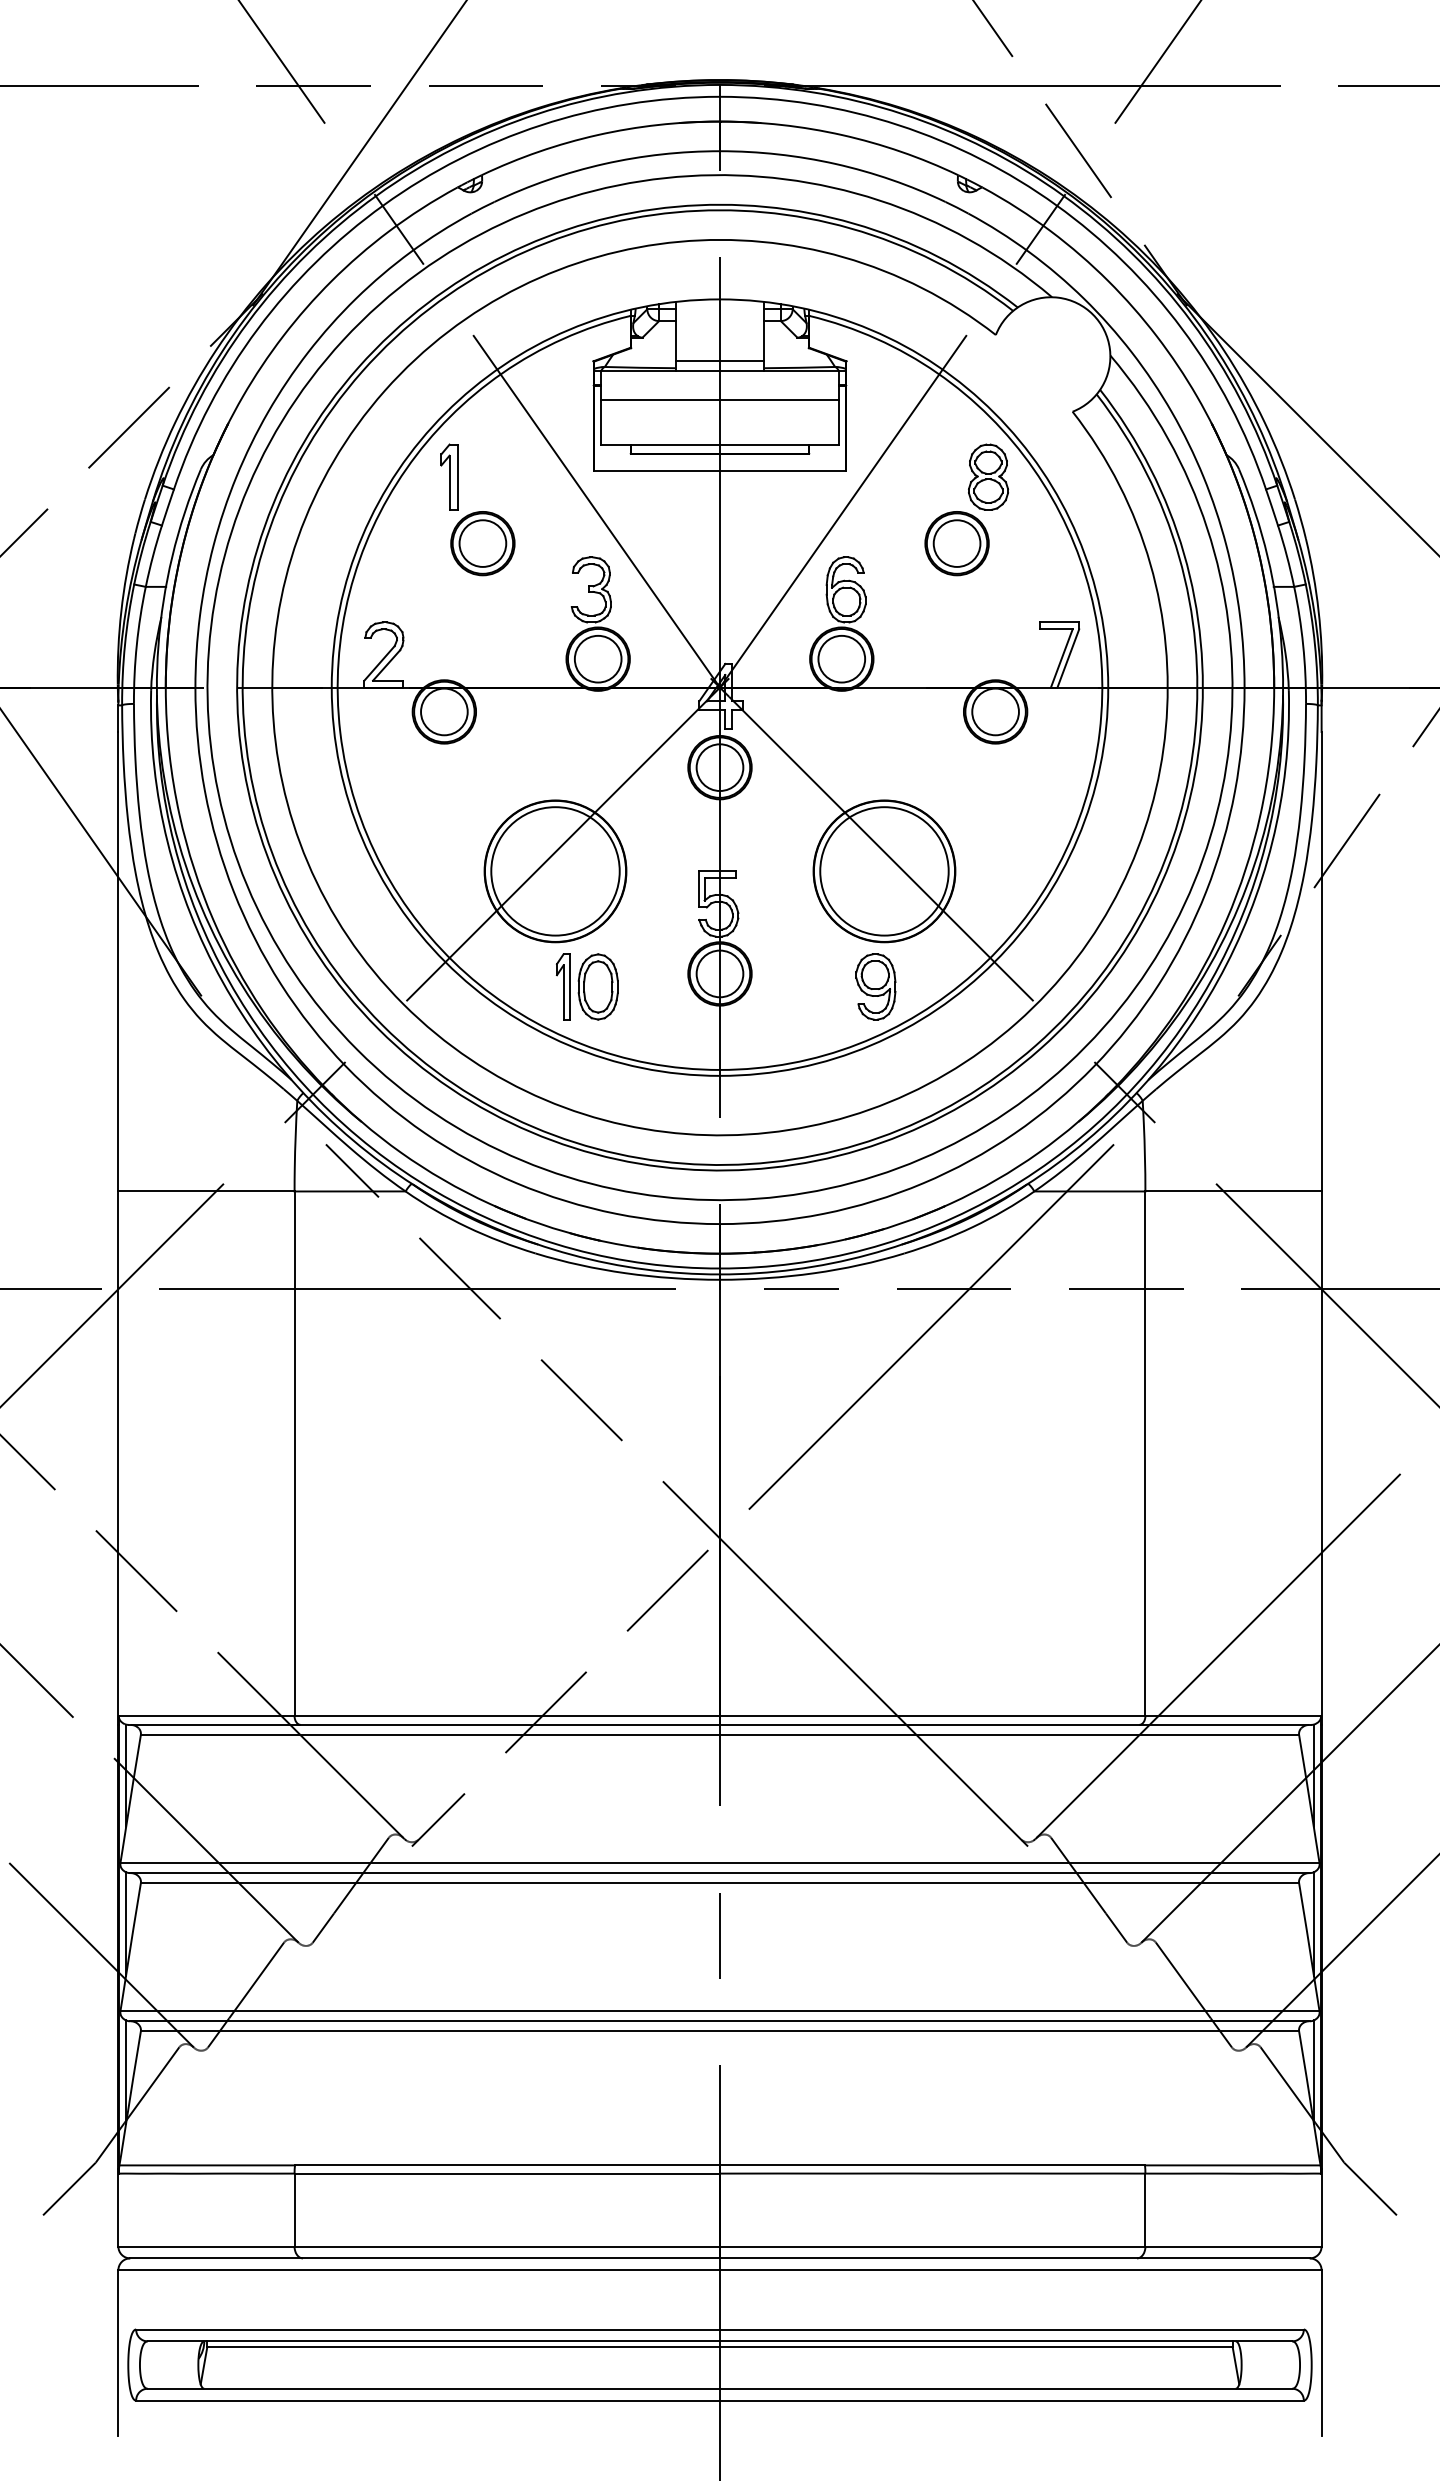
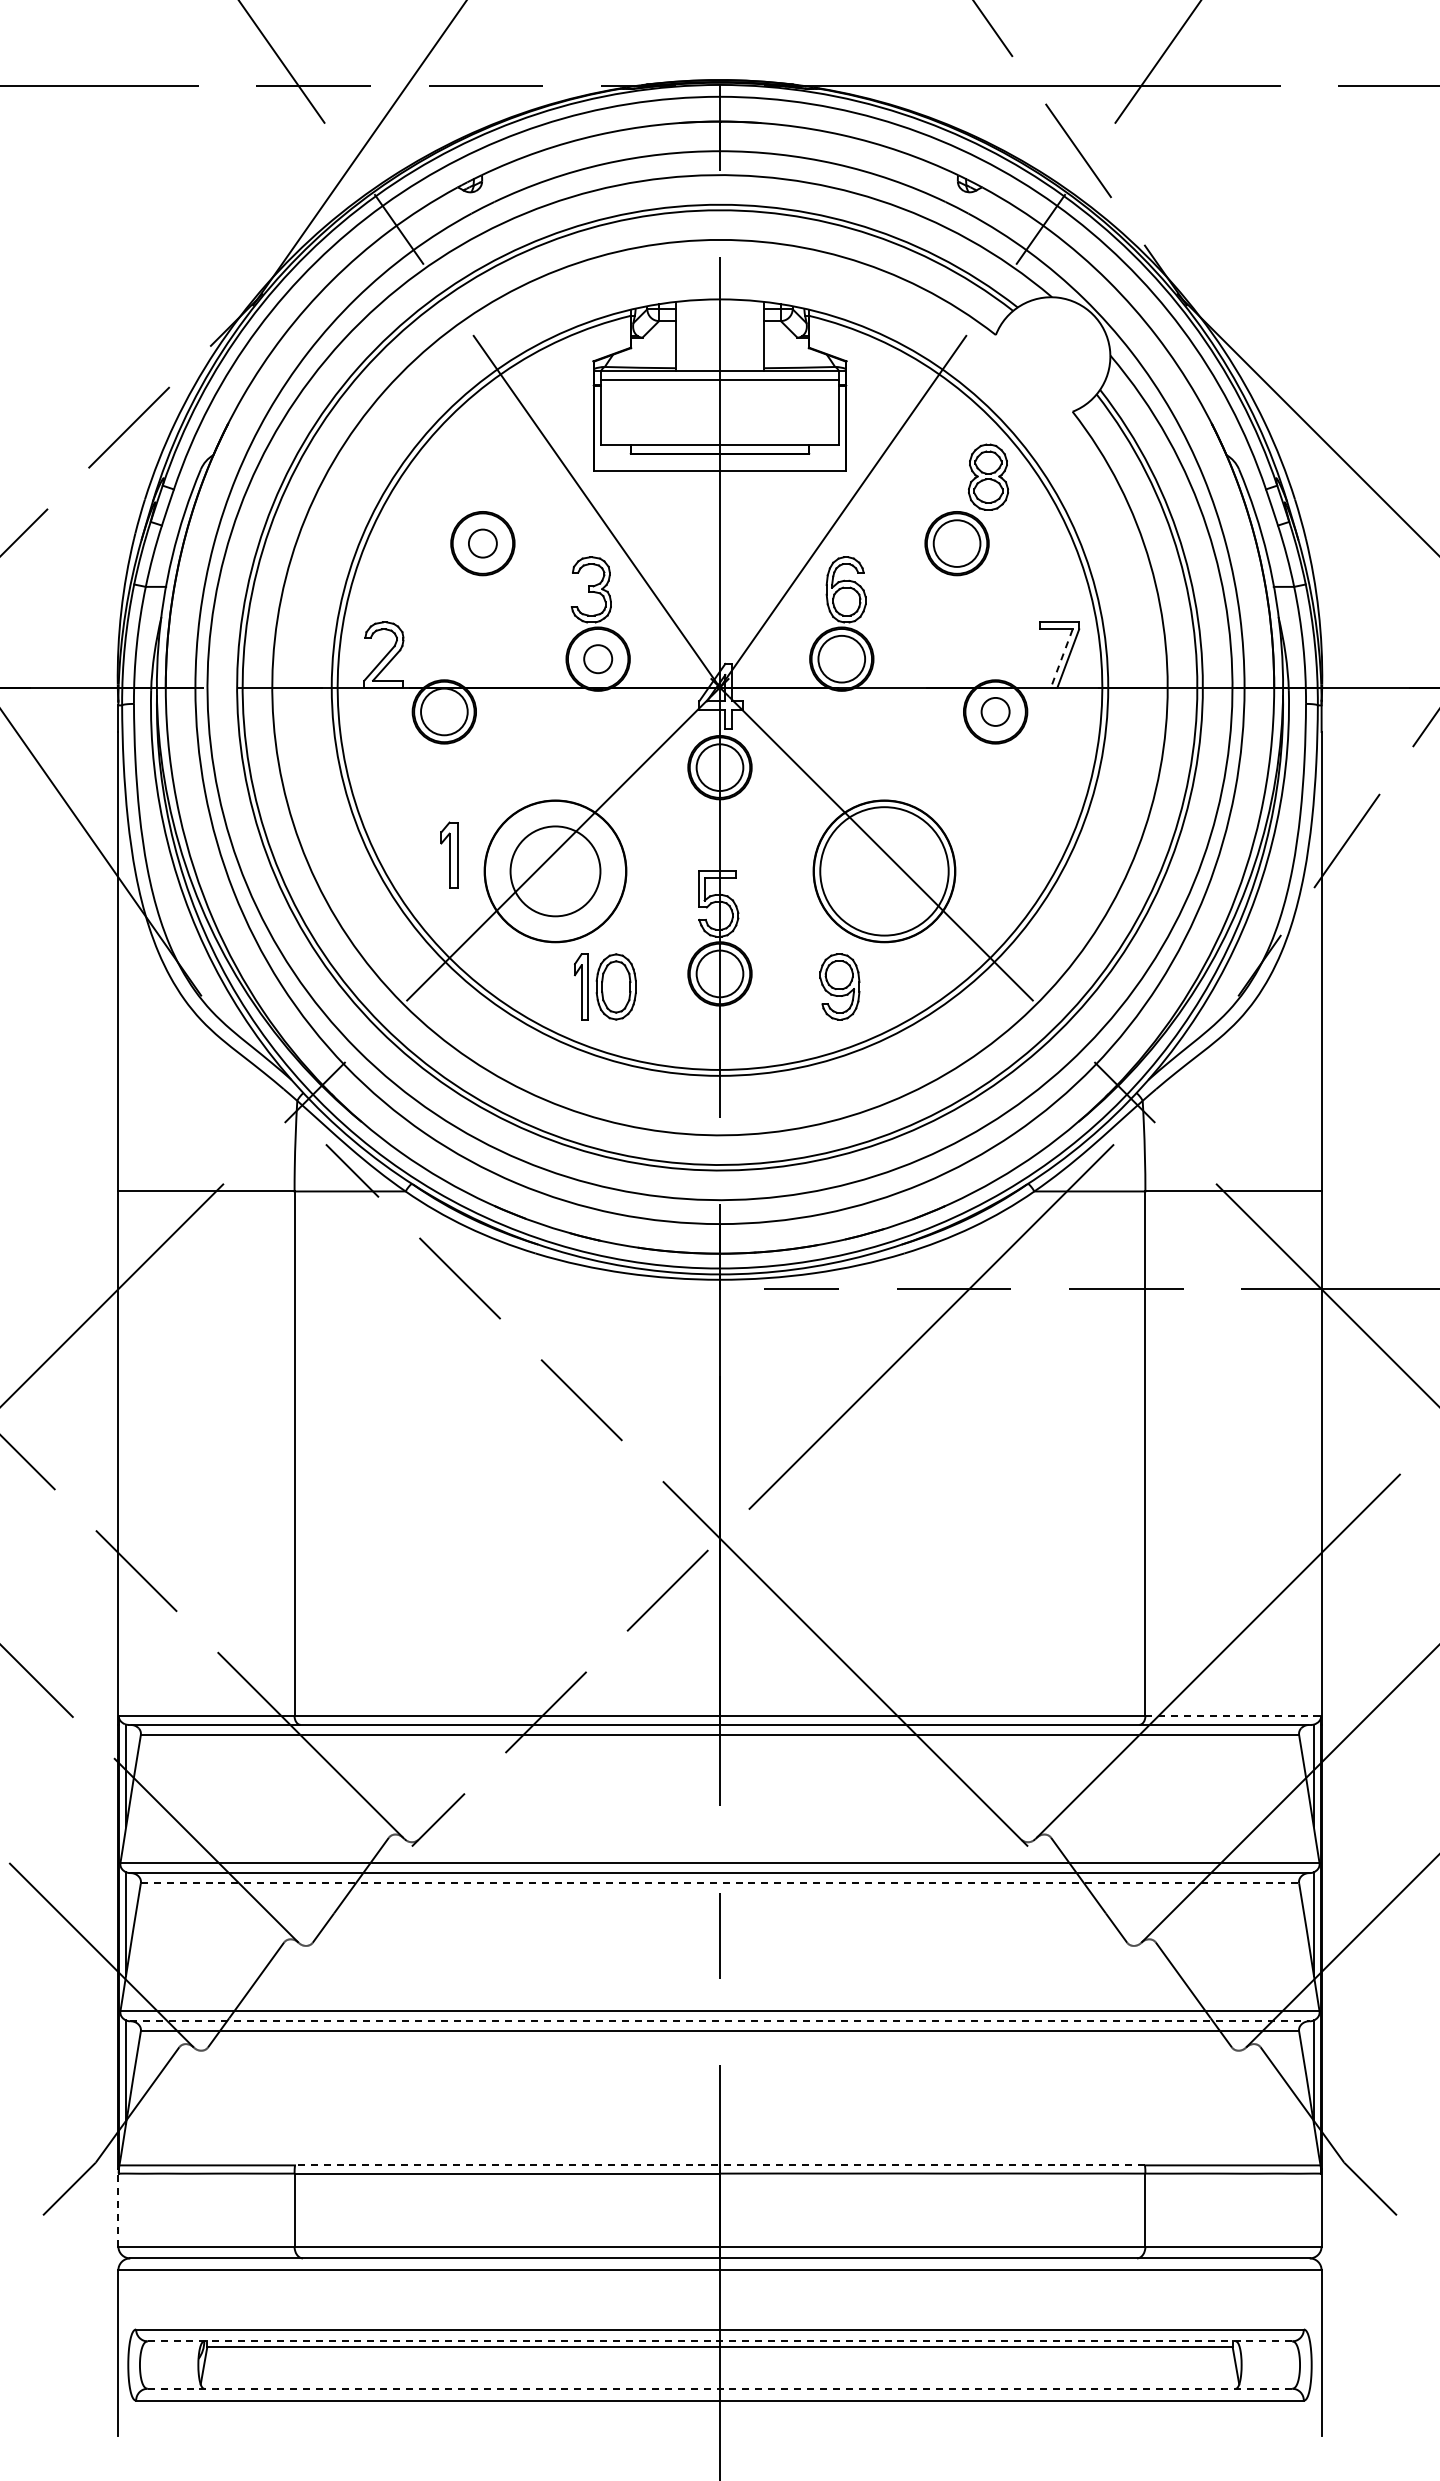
line at (719, 361): present -> none
line at (719, 400) position: (719, 400) -> (719, 380)
part at (449, 476) position: (449, 476) -> (449, 854)
circle at (482, 543) diameter: 47 px -> 28 px
circle at (597, 658) diameter: 47 px -> 28 px
line at (1061, 658): solid -> dashed
circle at (995, 711) diameter: 47 px -> 28 px
circle at (555, 871) diameter: 128 px -> 90 px
part at (587, 986) position: (587, 986) -> (605, 986)
part at (875, 986) position: (875, 986) -> (839, 986)
line at (338, 1289): present -> none
line at (1233, 1716): solid -> dashed
line at (720, 1883): solid -> dashed
line at (719, 2021): solid -> dashed
line at (719, 2165): solid -> dashed
line at (118, 2208): solid -> dashed
line at (720, 2341): solid -> dashed
line at (719, 2388): solid -> dashed
